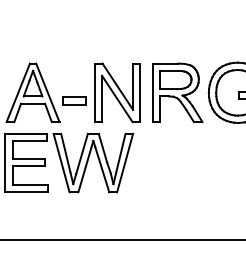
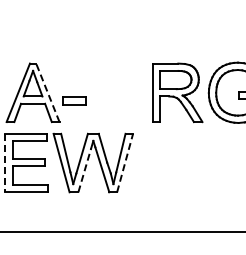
line at (47, 92): solid -> dashed
part at (117, 92): present -> none
line at (125, 162): solid -> dashed
line at (5, 163): solid -> dashed
line at (84, 170): solid -> dashed
line at (122, 239) position: (122, 239) -> (122, 231)
